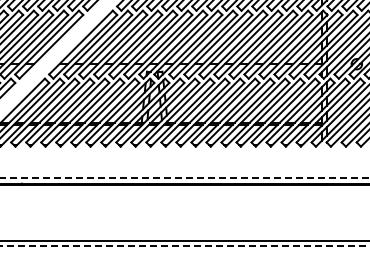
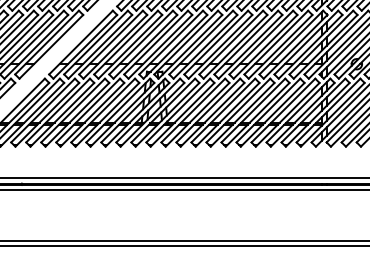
line at (184, 178): dashed -> solid
line at (184, 190): none -> present
line at (185, 245): dashed -> solid
